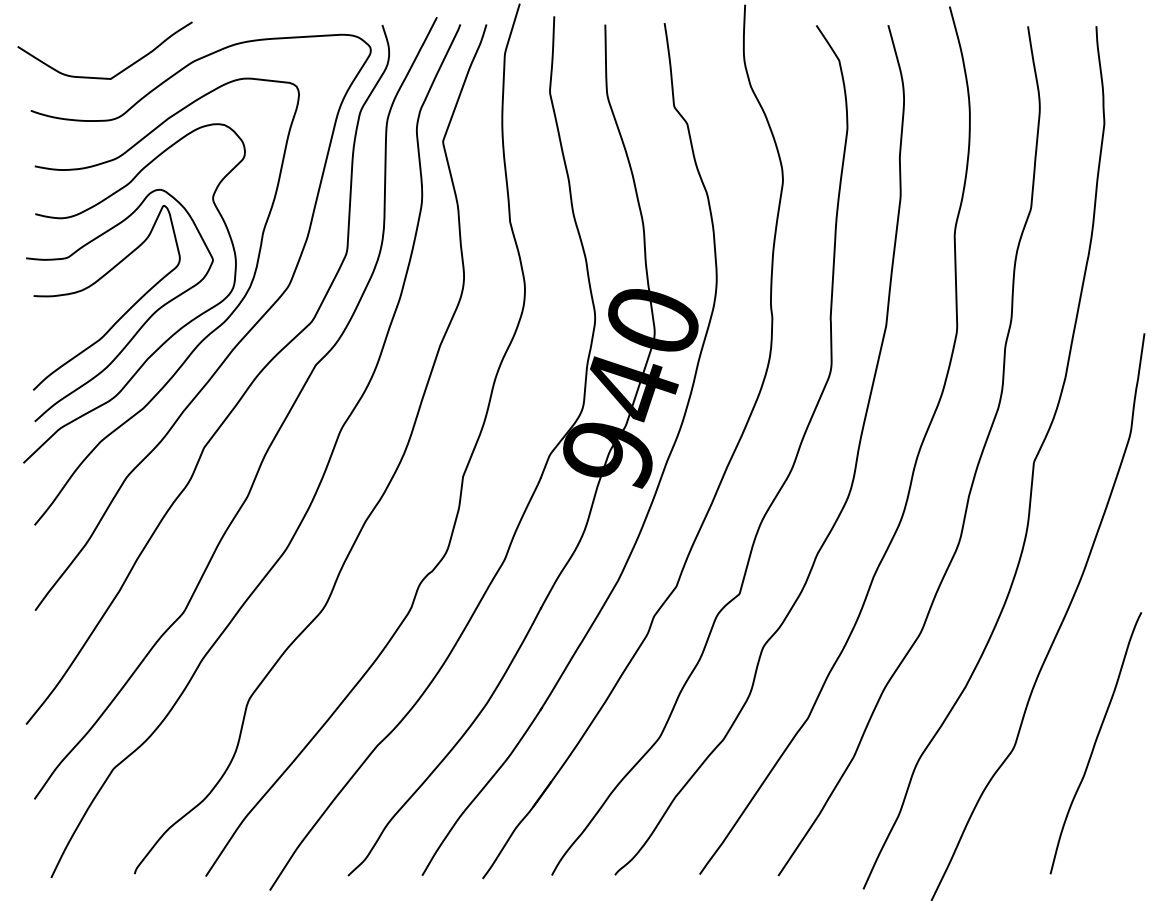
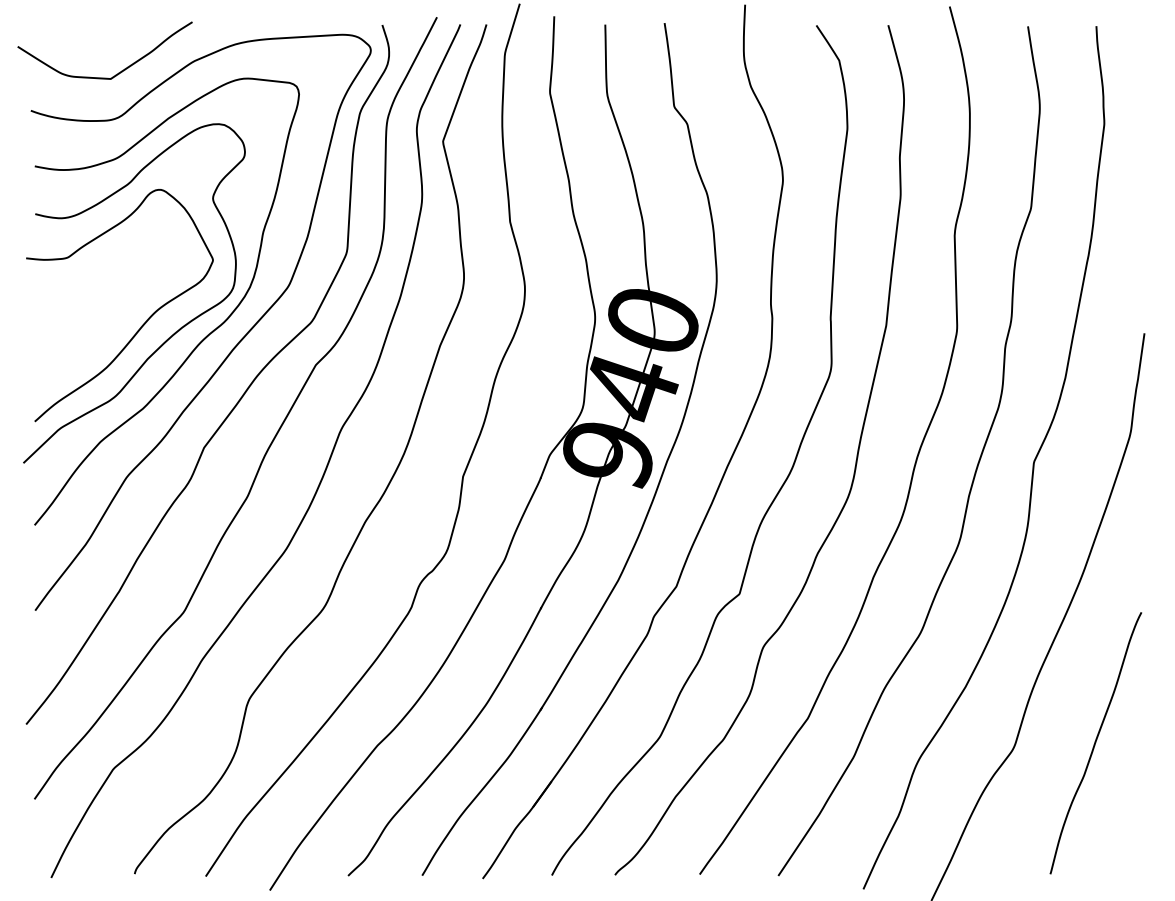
curve at (97, 282): present -> none
